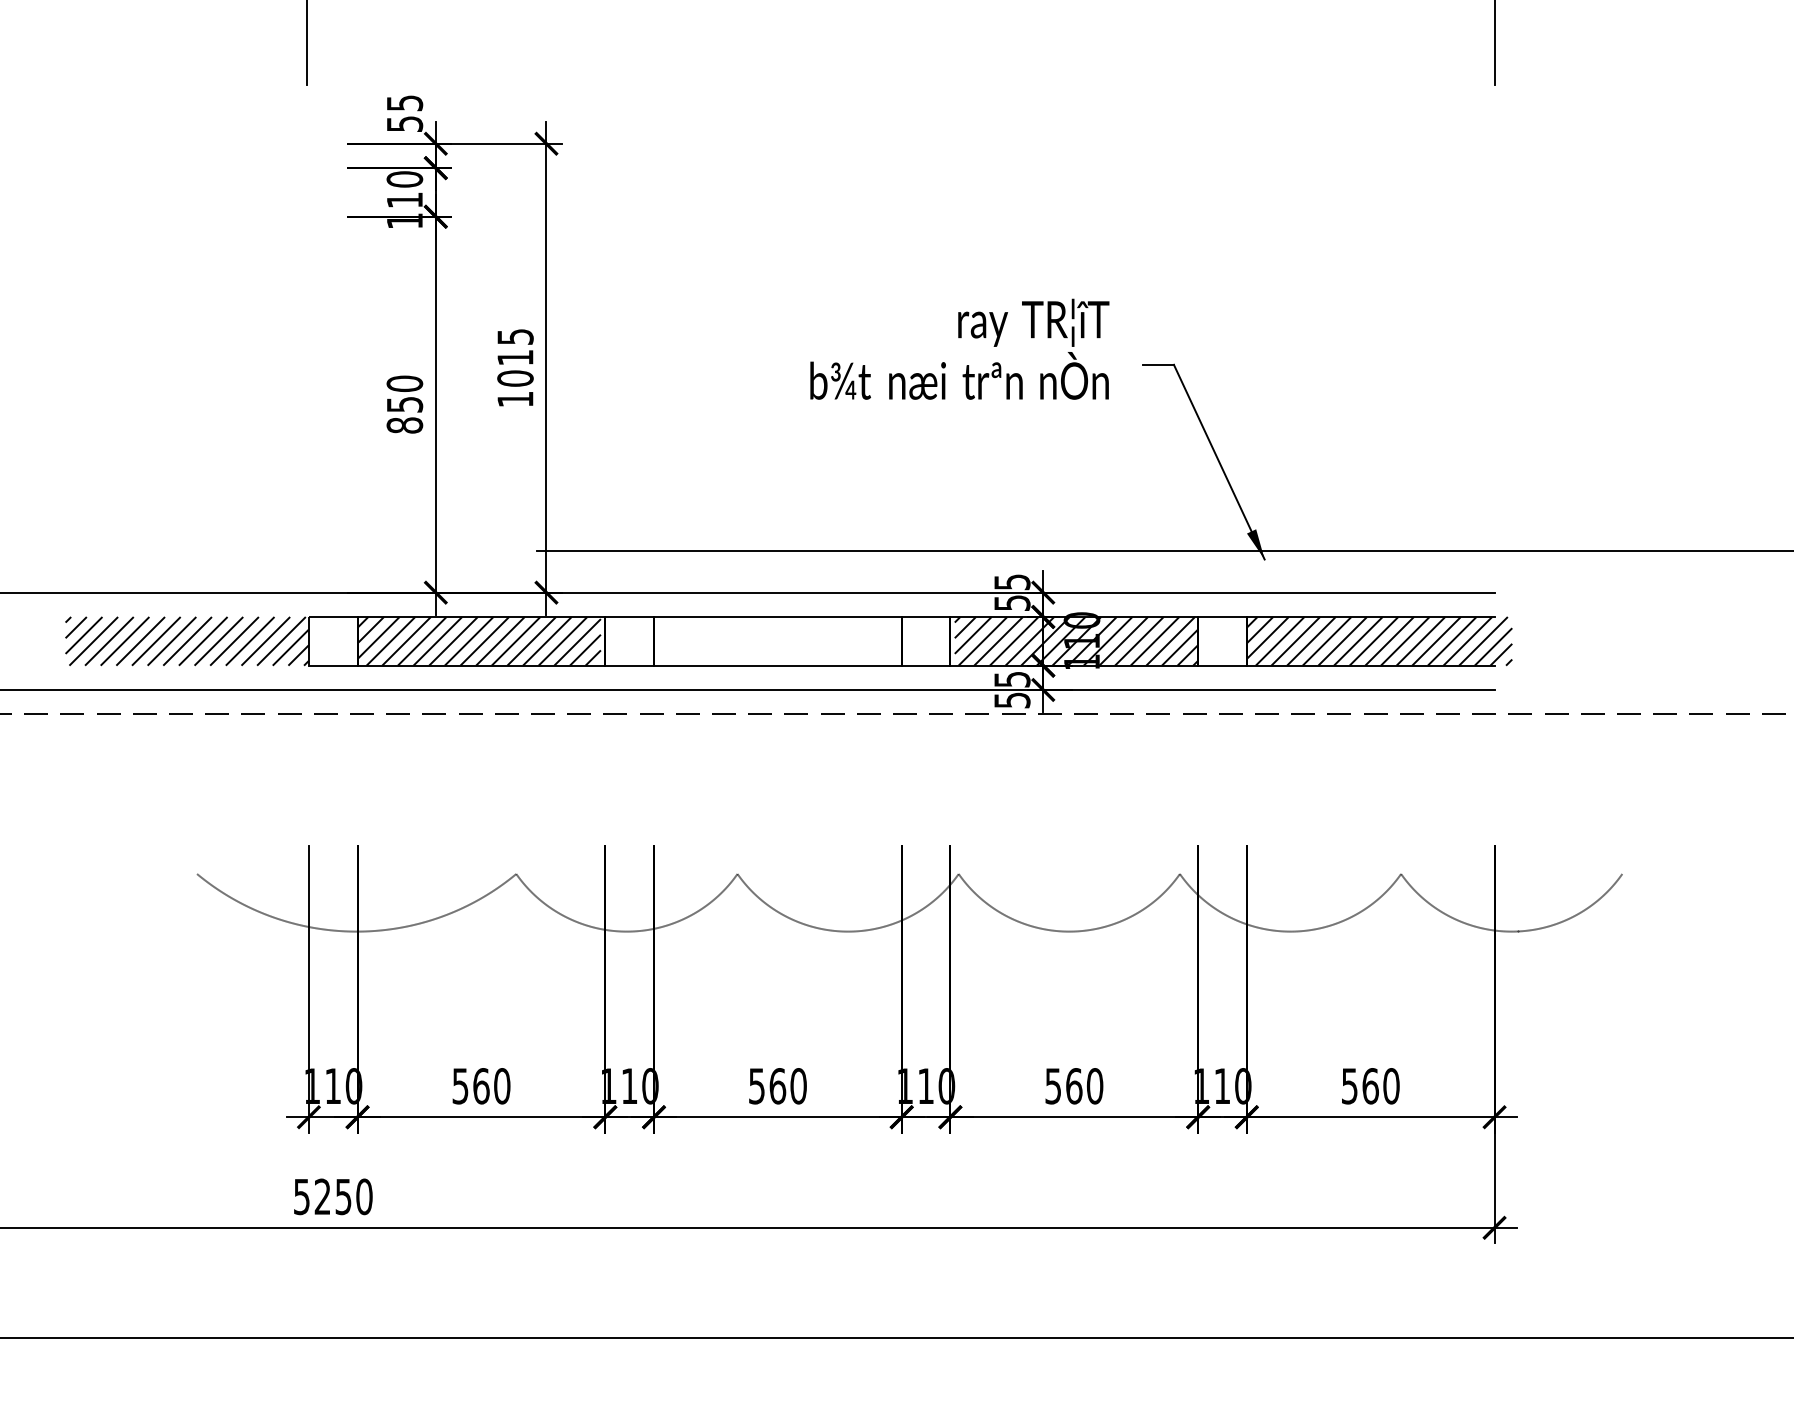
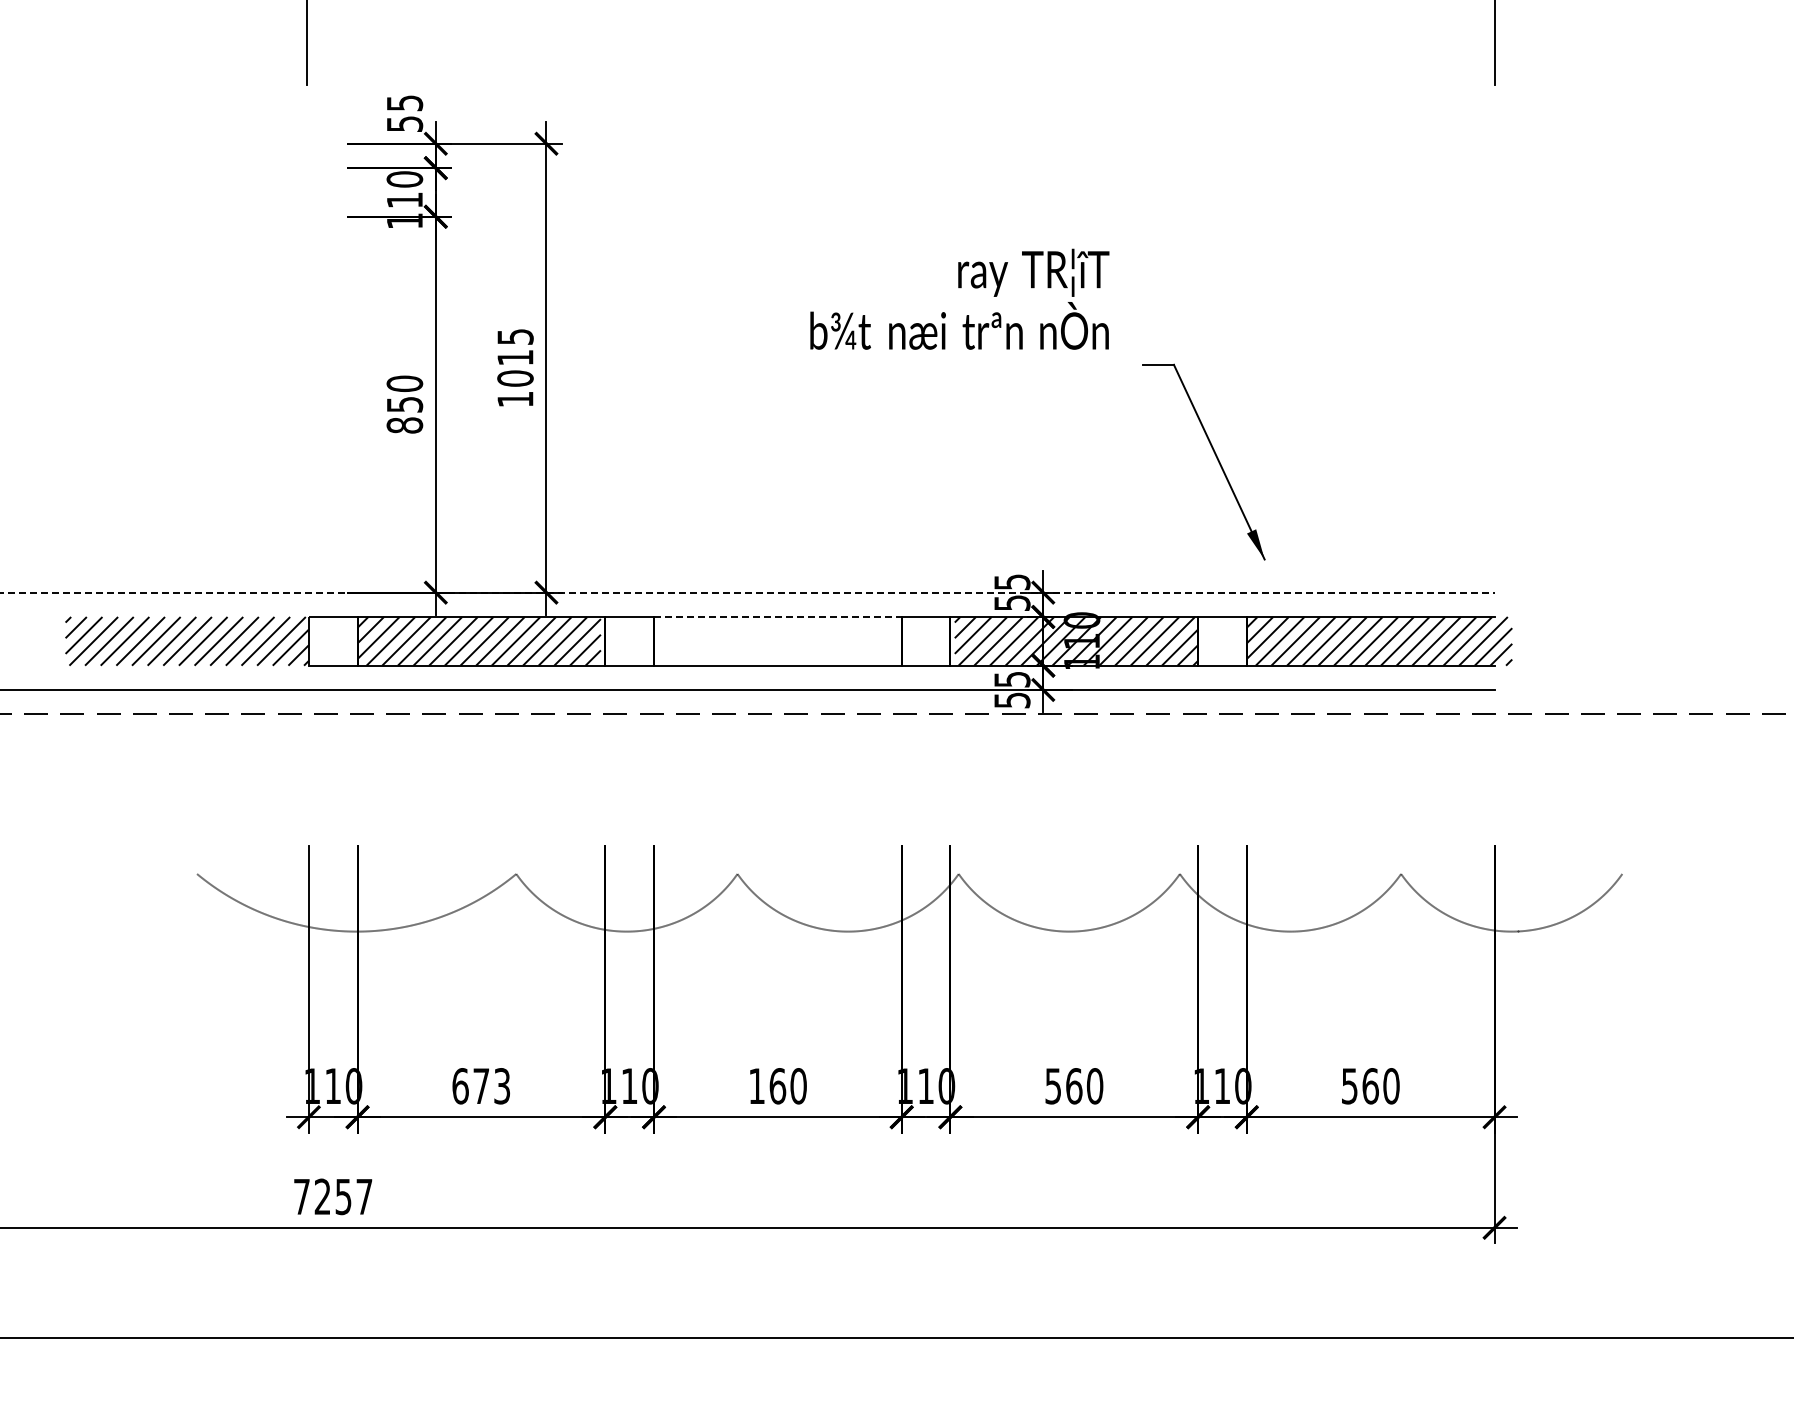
text at (959, 348) position: (959, 348) -> (959, 298)
line at (1163, 550): present -> none
line at (747, 592): solid -> dashed
line at (777, 617): solid -> dashed
text at (481, 1086): 560 -> 673
text at (756, 1086): 560 -> 160
text at (333, 1196): 5250 -> 7257
